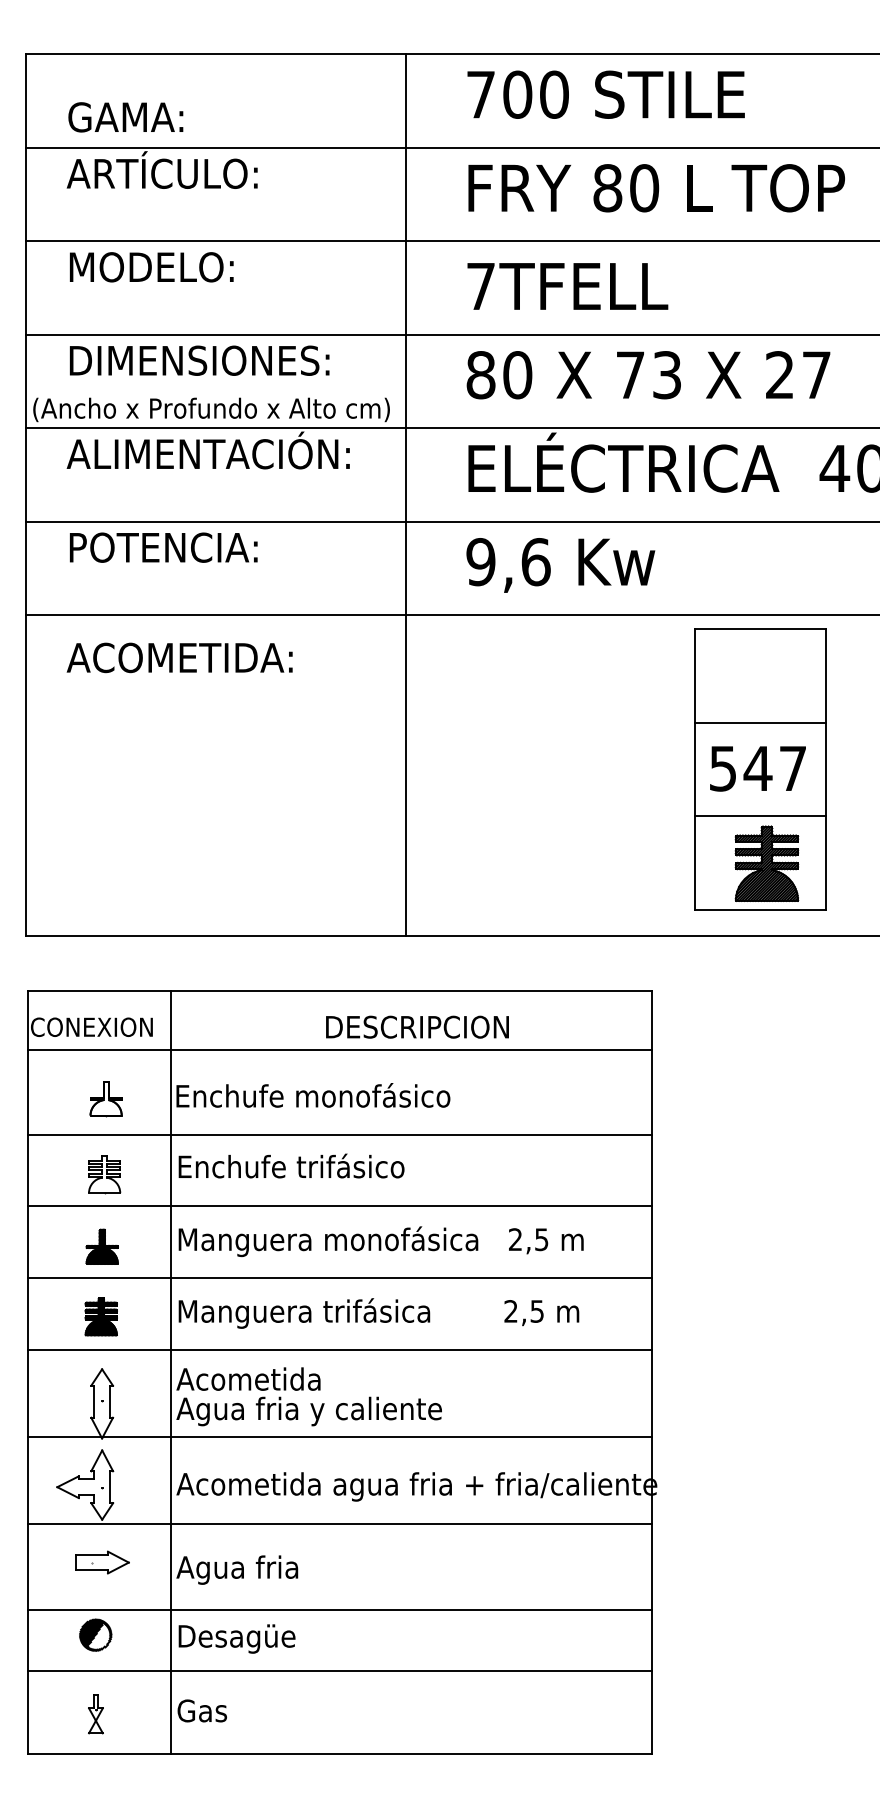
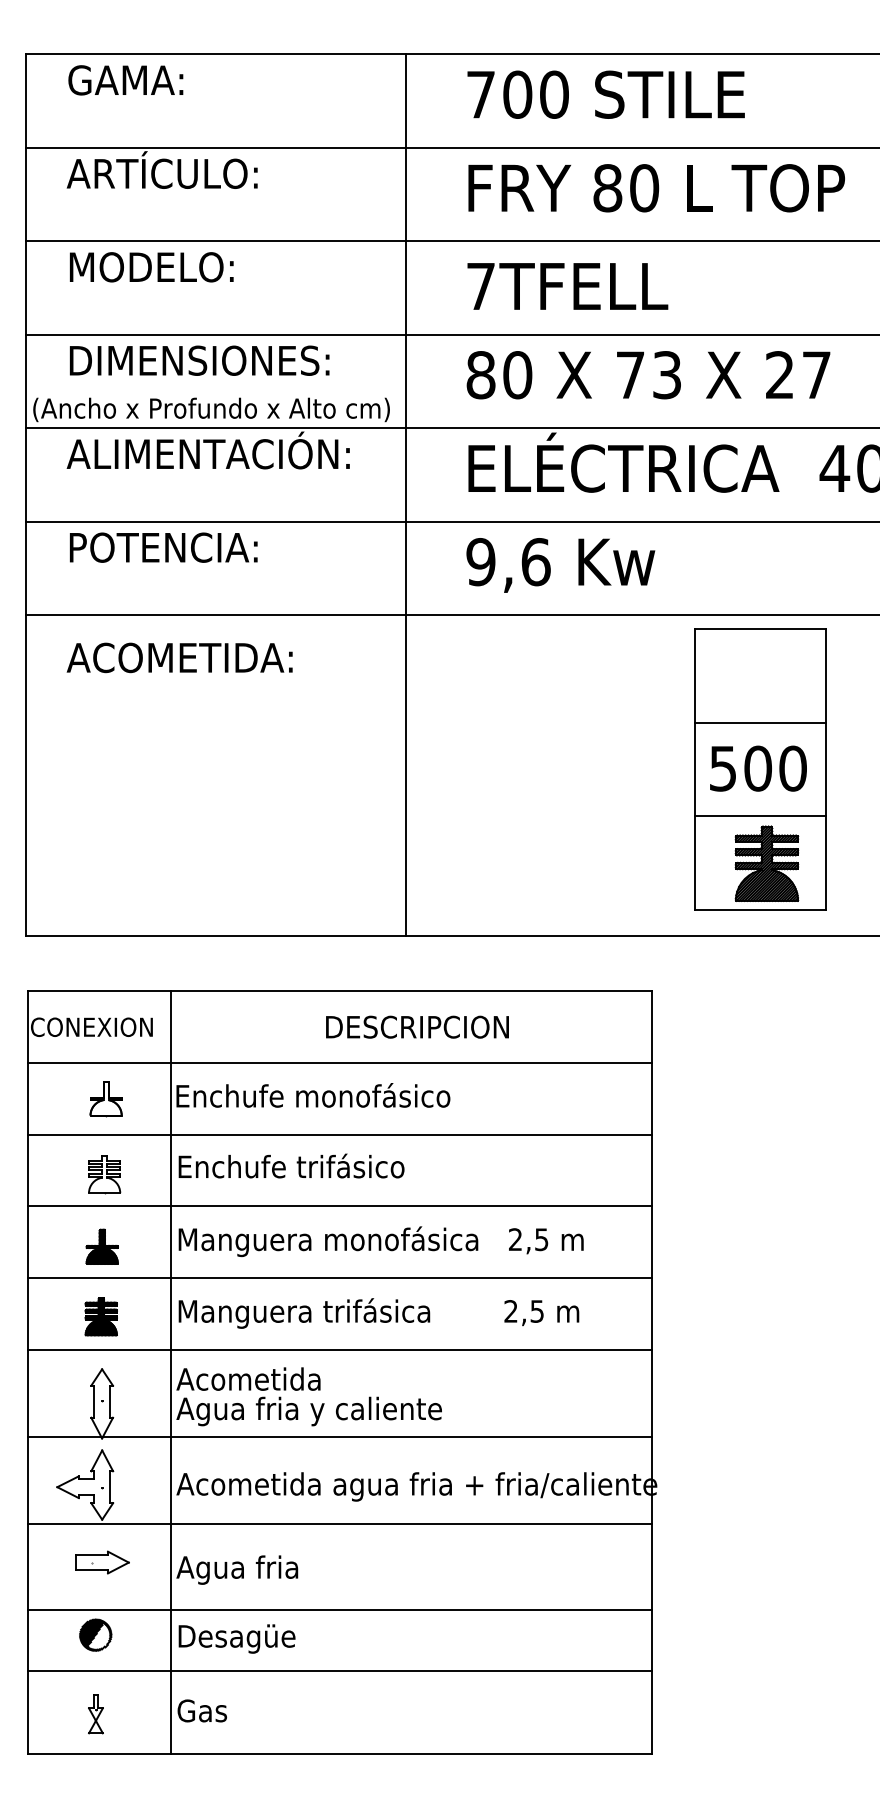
text at (125, 117) position: (125, 117) -> (125, 80)
text at (774, 768): 547 -> 500
line at (339, 1050) position: (339, 1050) -> (339, 1063)
